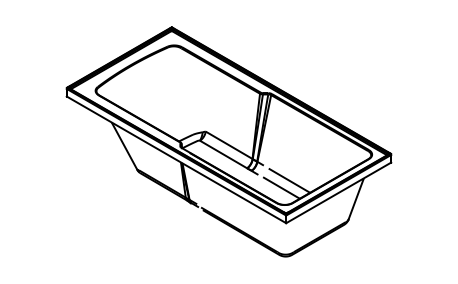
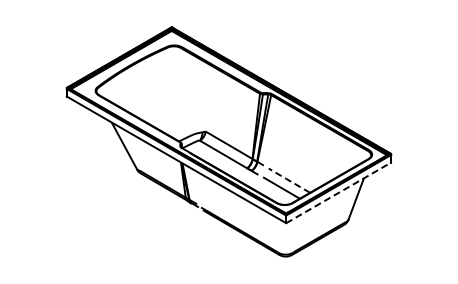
line at (288, 180): solid -> dashed
line at (338, 192): solid -> dashed
